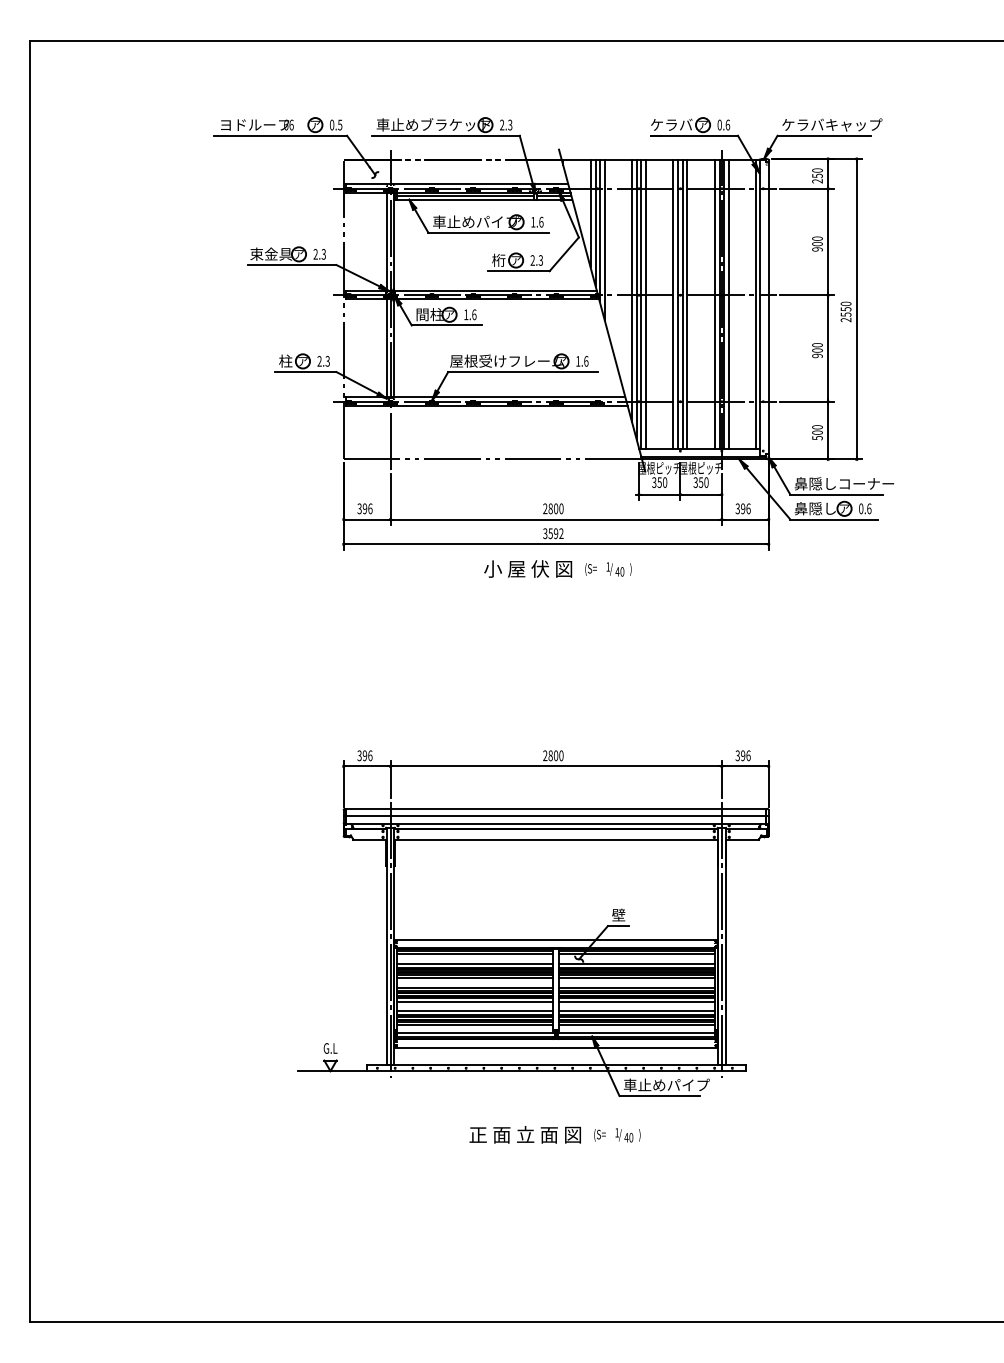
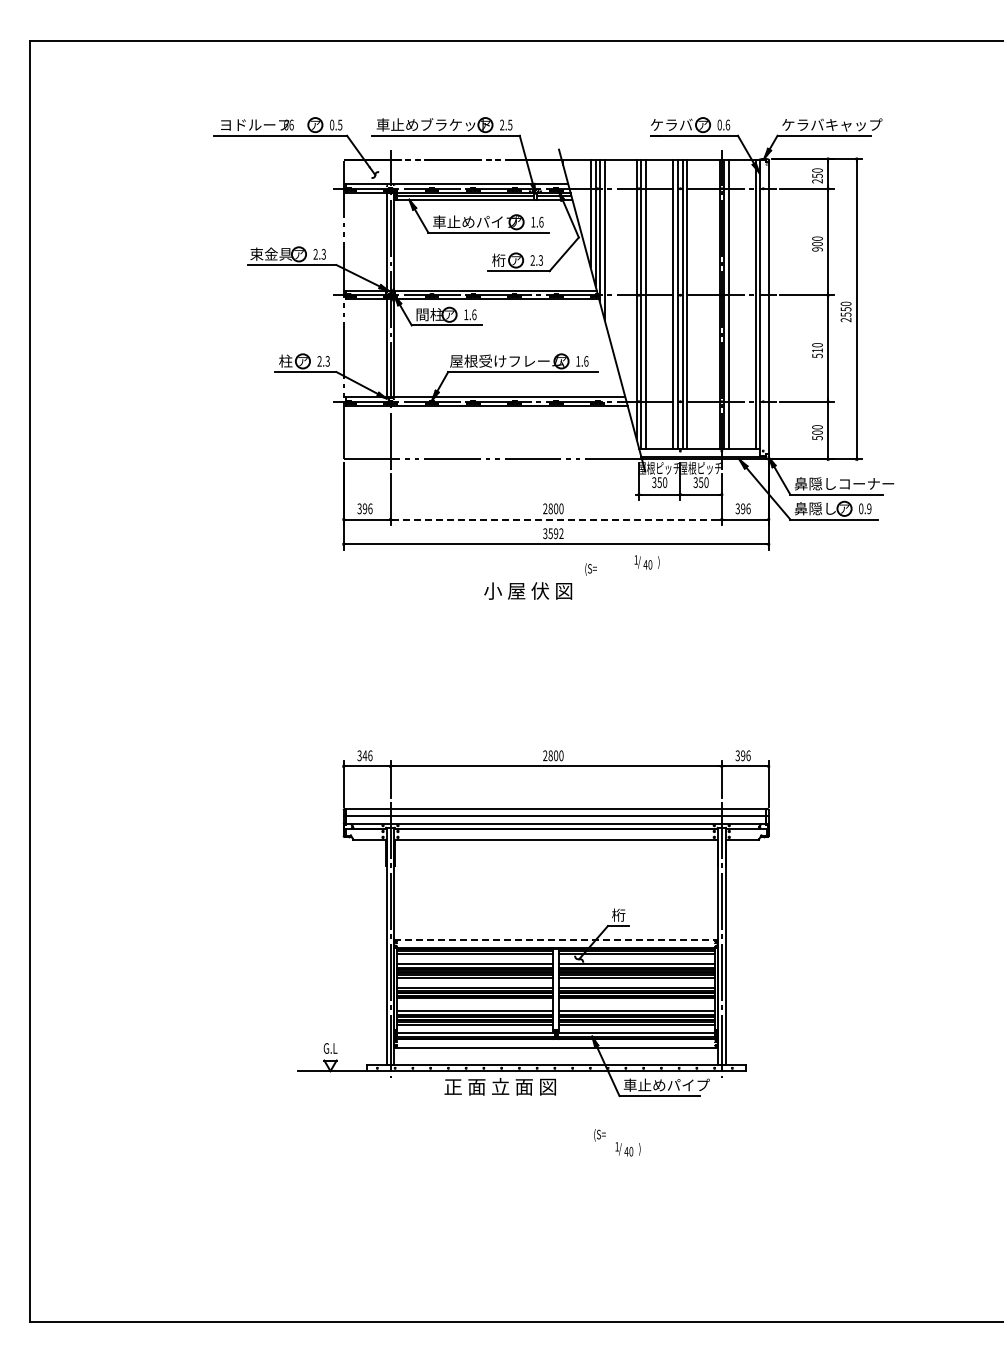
text at (510, 123): 2.3 -> 2.5
line at (632, 291): present -> none
line at (714, 304): present -> none
text at (817, 353): 900 -> 510
text at (869, 508): 0.6 -> 0.9
line at (556, 519): solid -> dashed
text at (528, 568) position: (528, 568) -> (528, 590)
text at (618, 569) position: (618, 569) -> (646, 562)
text at (364, 755): 396 -> 346
text at (618, 914): 壁 -> 桁
line at (556, 940): solid -> dashed
line at (475, 1001): present -> none
line at (637, 1001): present -> none
text at (524, 1134) position: (524, 1134) -> (499, 1086)
text at (627, 1135) position: (627, 1135) -> (627, 1149)
